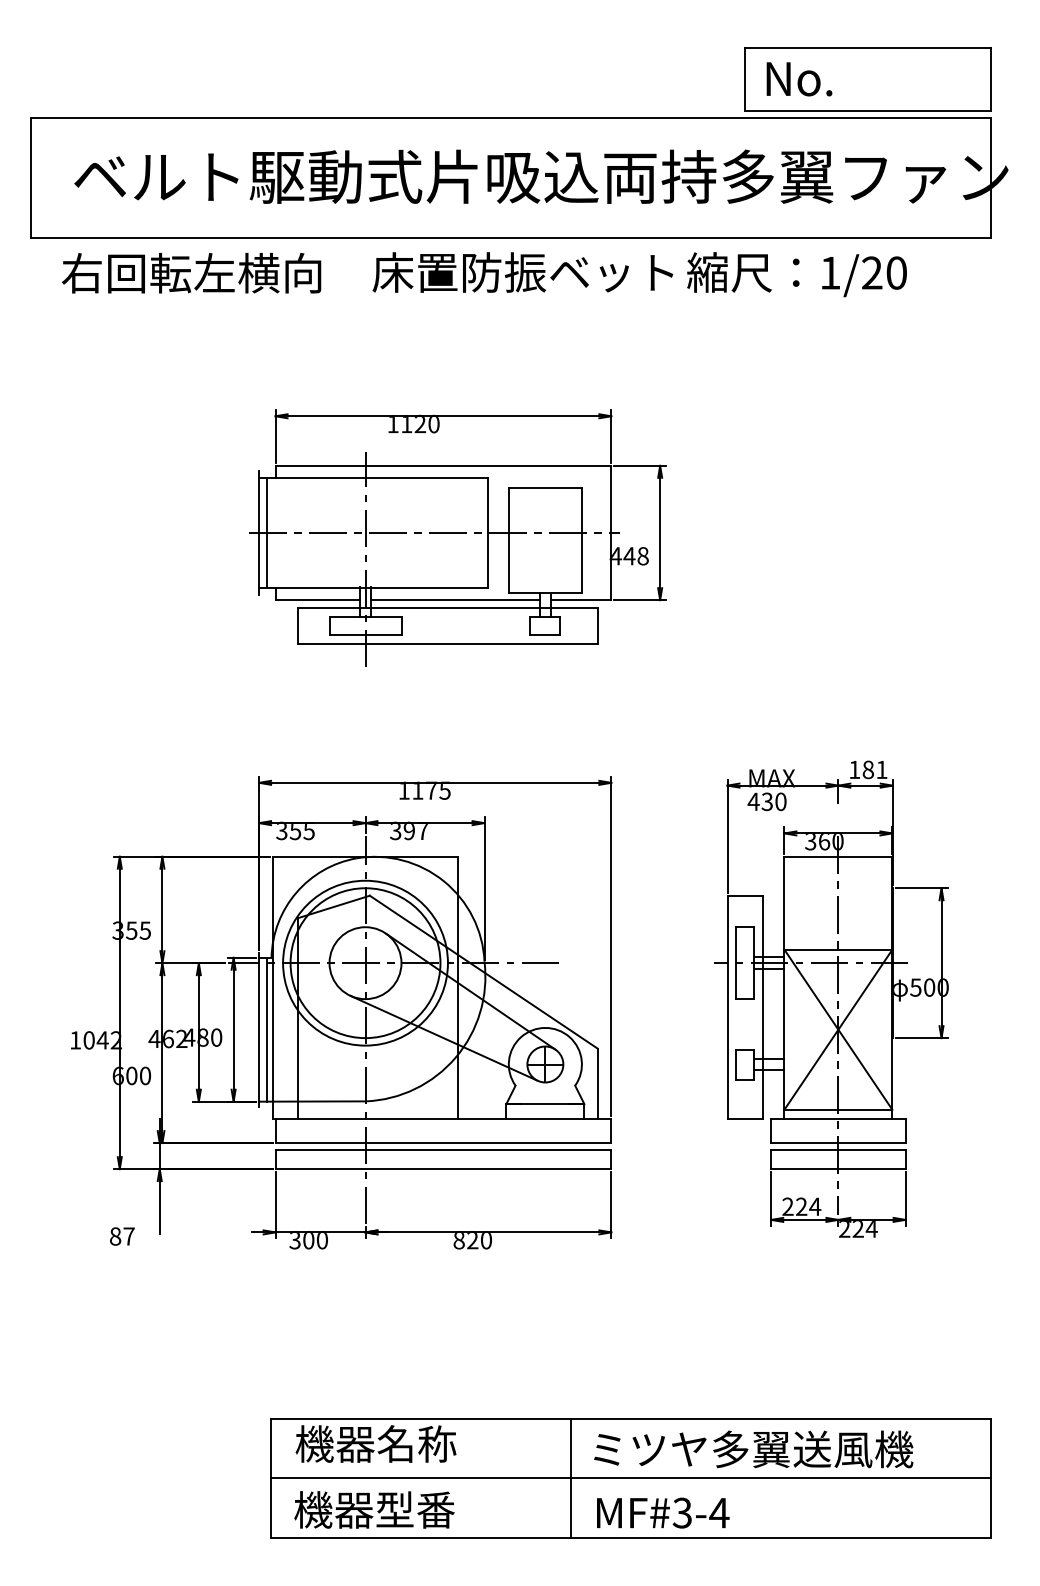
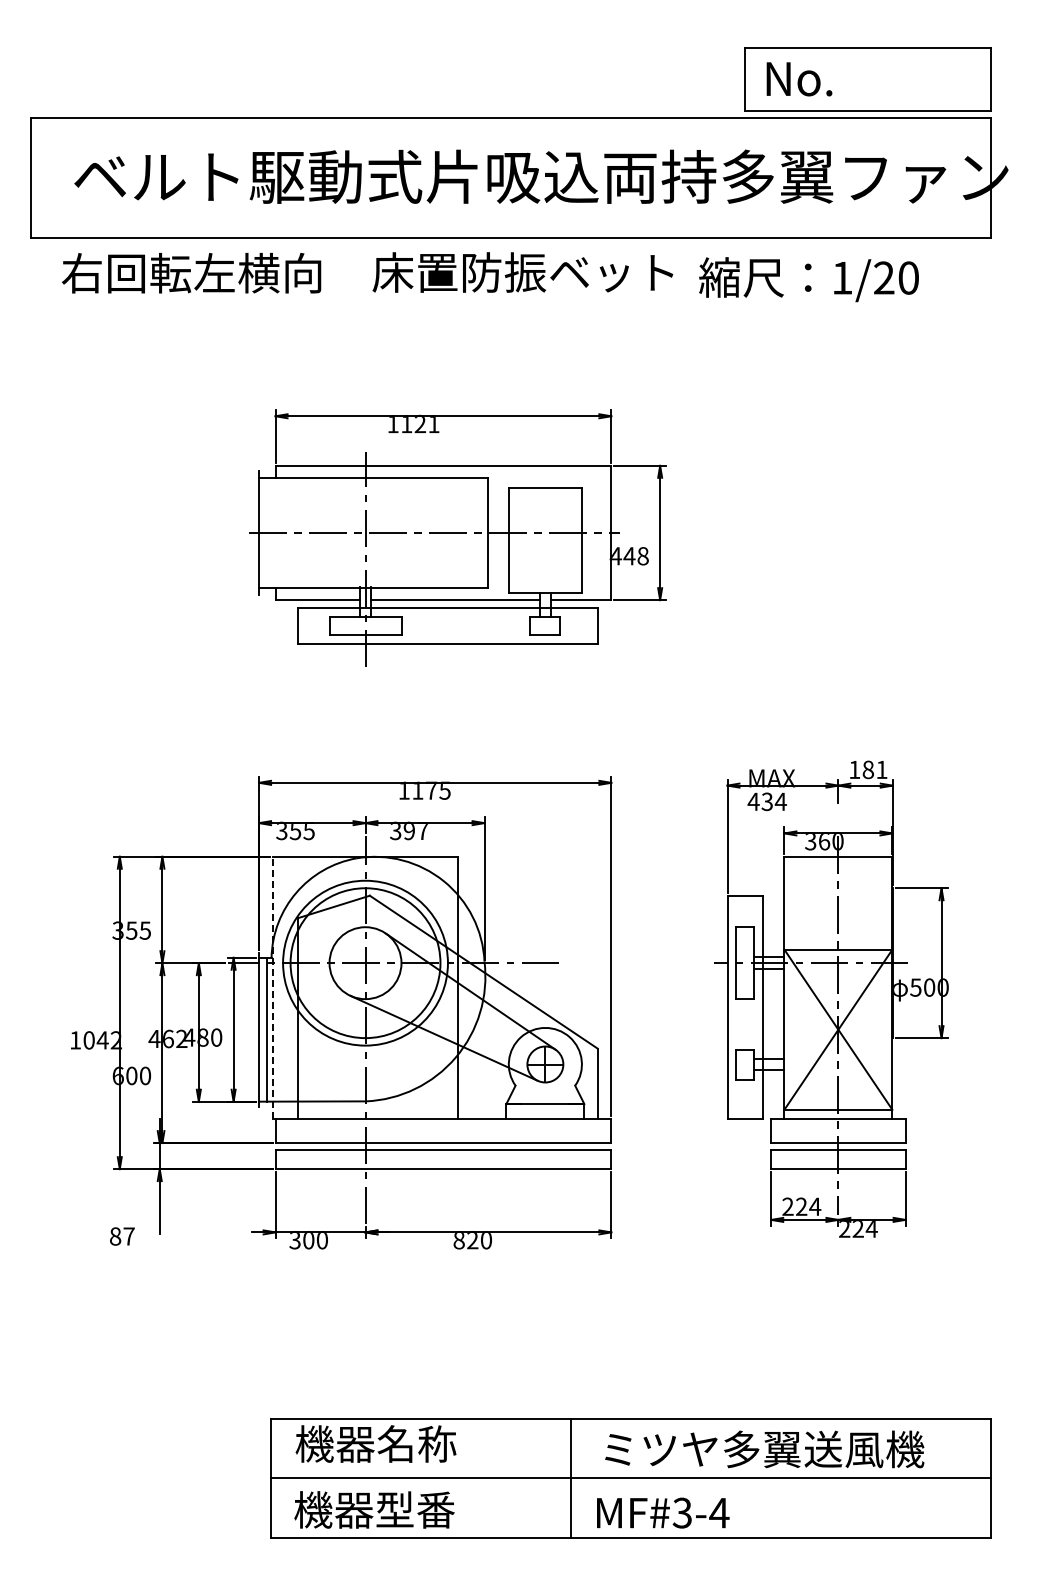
text at (796, 274) position: (796, 274) -> (808, 279)
text at (433, 423): 1120 -> 1121
line at (266, 532): present -> none
text at (780, 801): 430 -> 434
line at (272, 987): solid -> dashed
text at (753, 1449) position: (753, 1449) -> (764, 1449)
